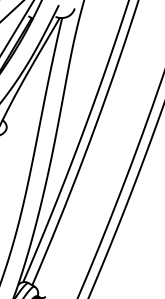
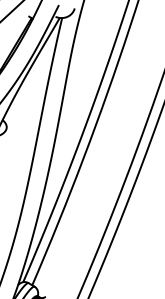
line at (17, 27): present -> none
